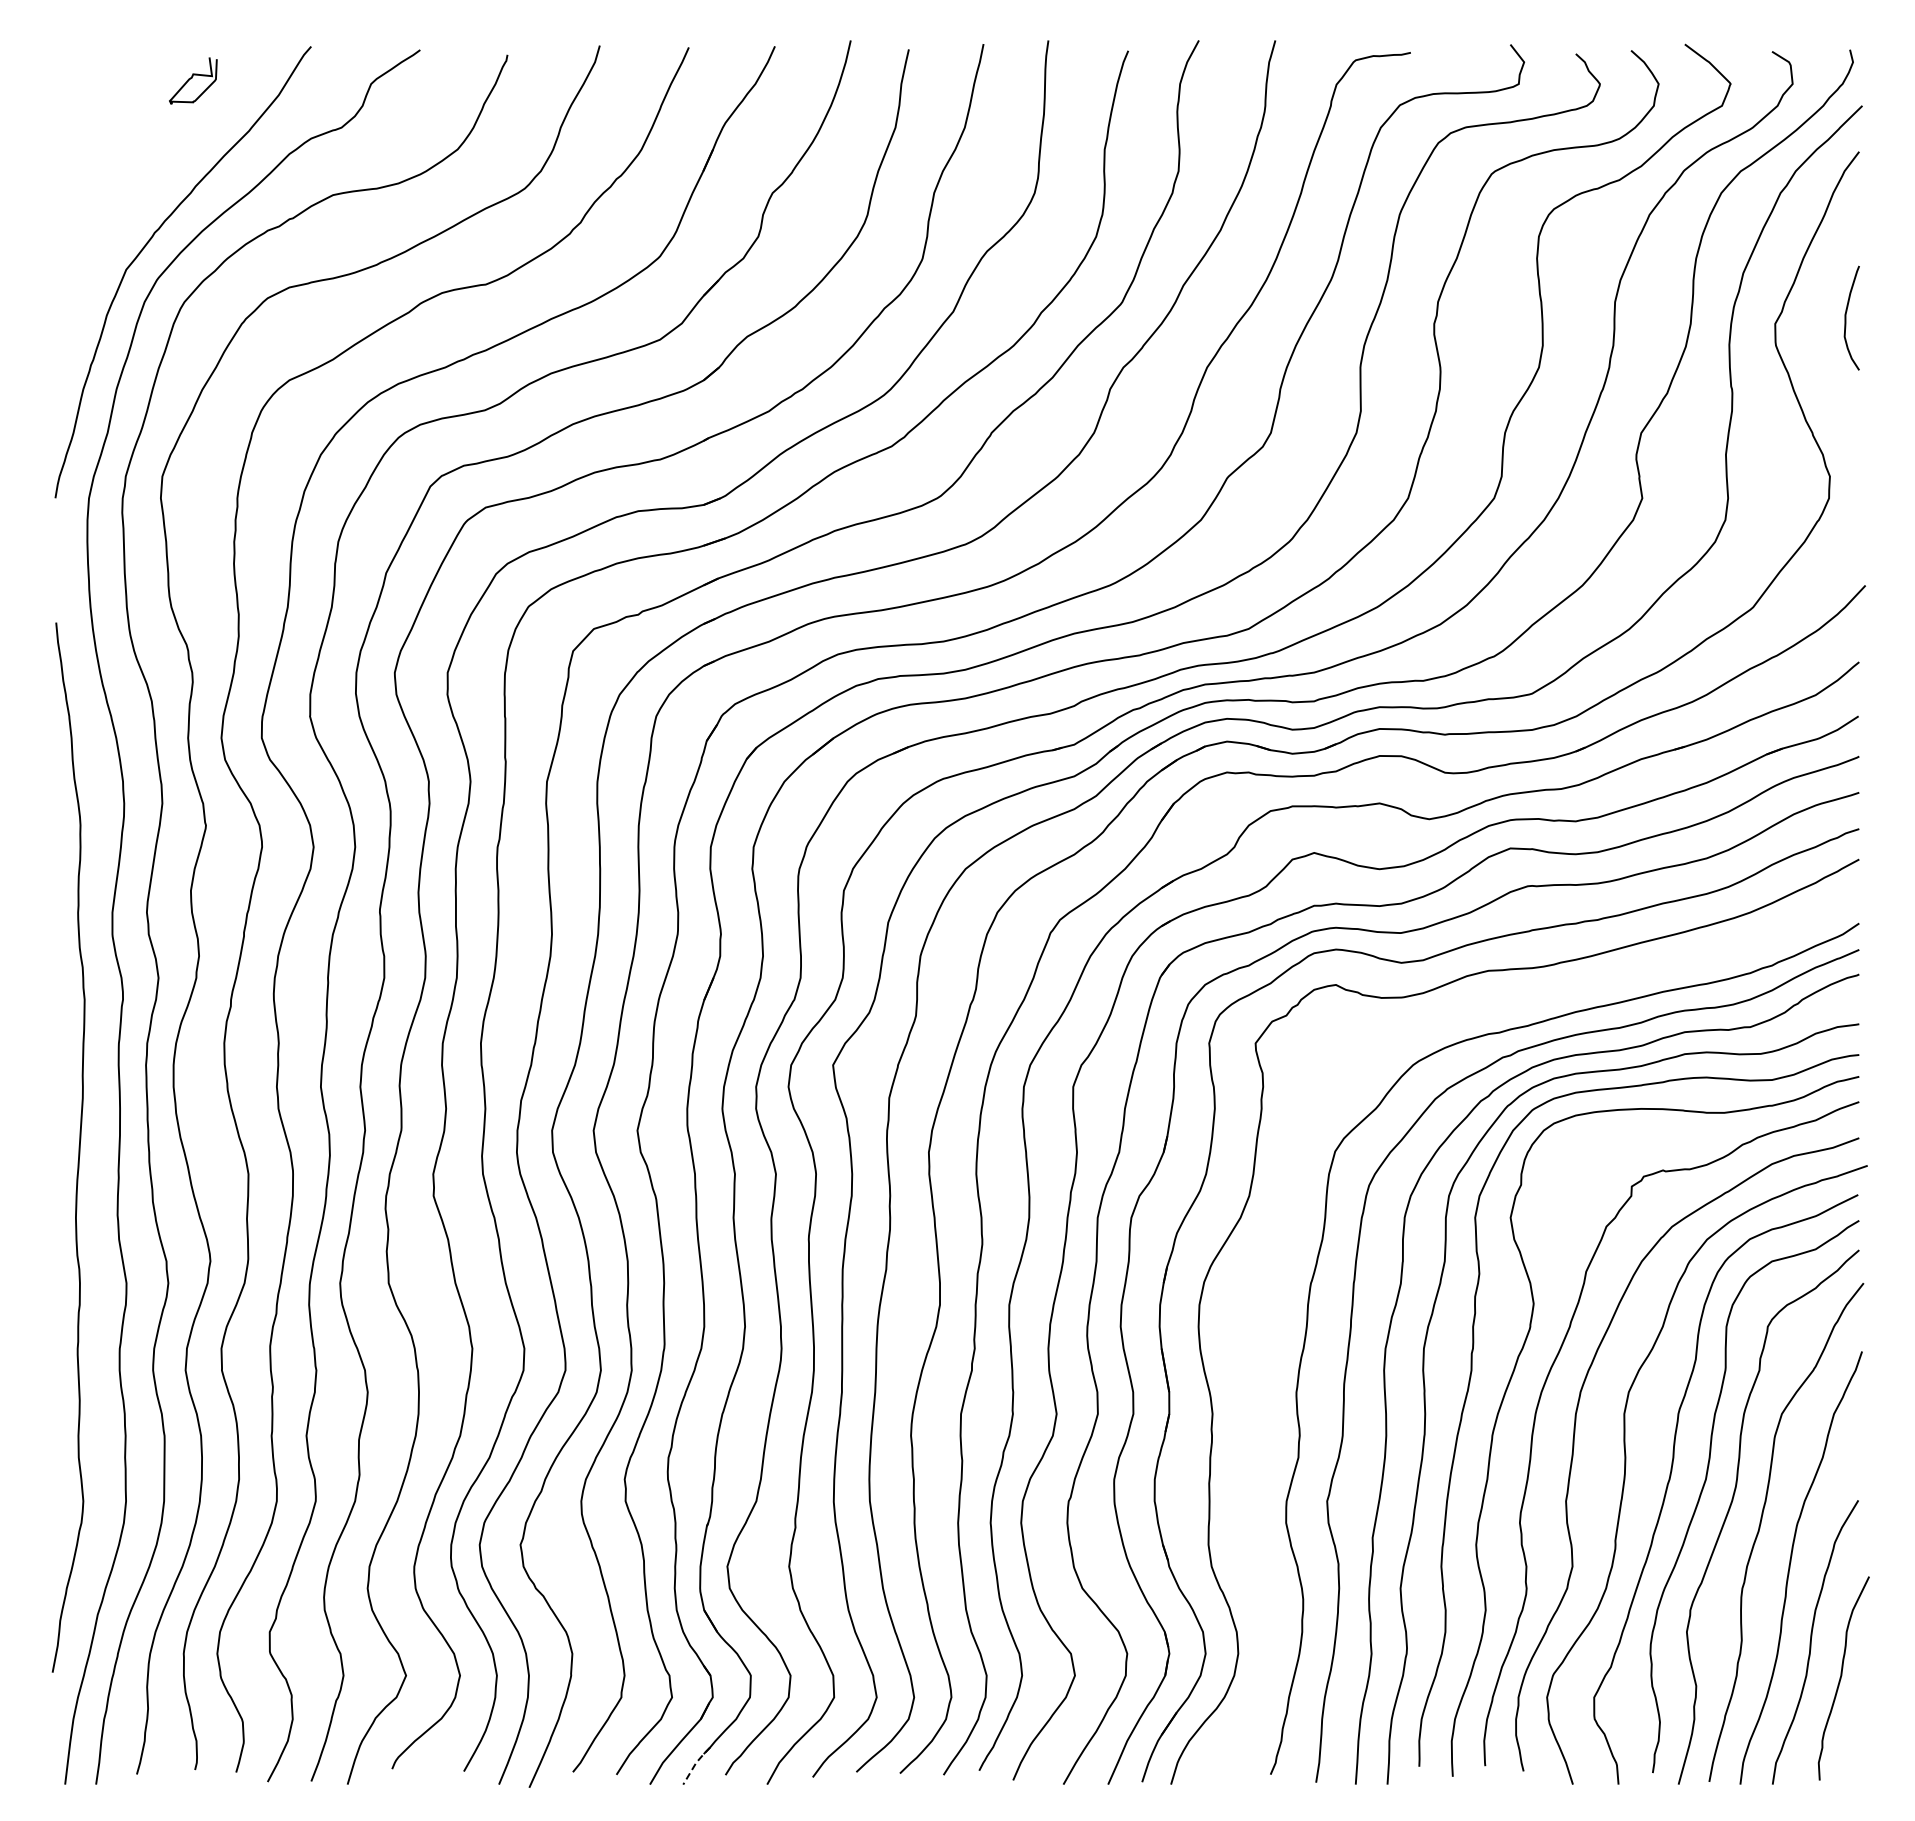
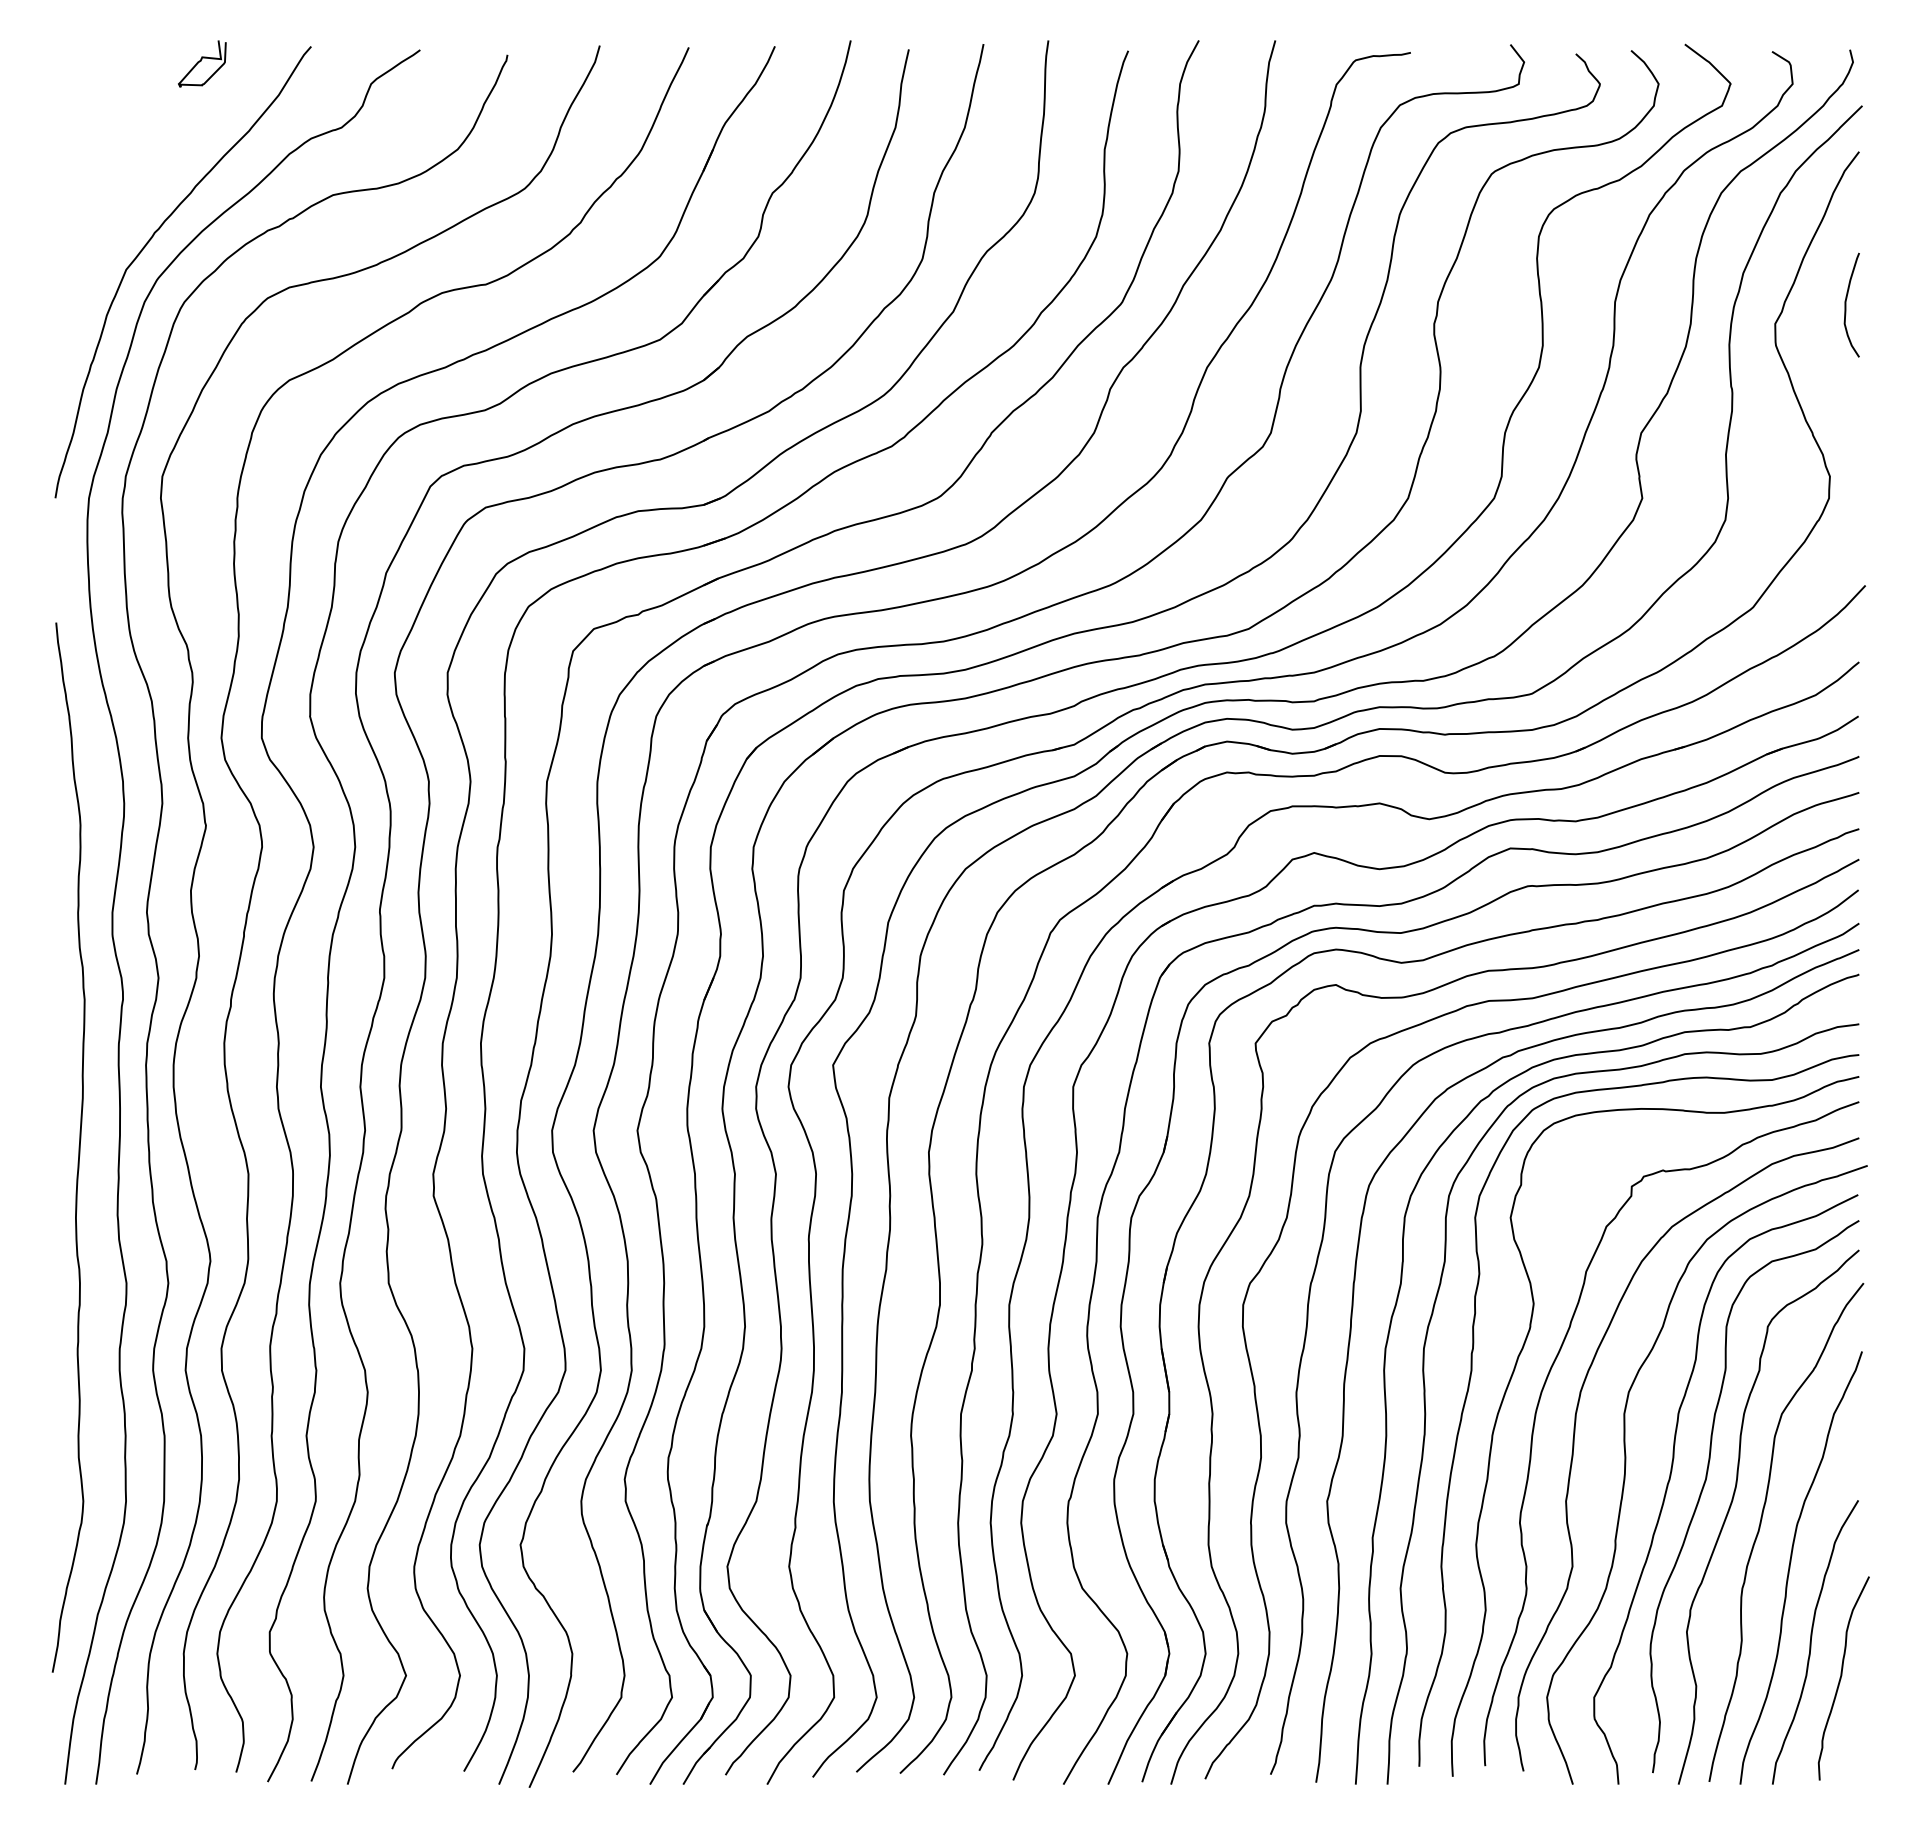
curve at (192, 78) position: (192, 78) -> (201, 61)
curve at (1846, 317) position: (1846, 317) -> (1846, 304)
curve at (1280, 1238): none -> present
line at (695, 1763): dashed -> solid
